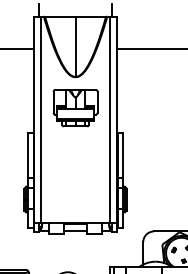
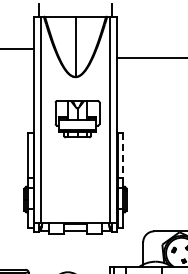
line at (150, 48) position: (150, 48) -> (150, 57)
part at (75, 108) position: (75, 108) -> (77, 119)
line at (123, 155): solid -> dashed
